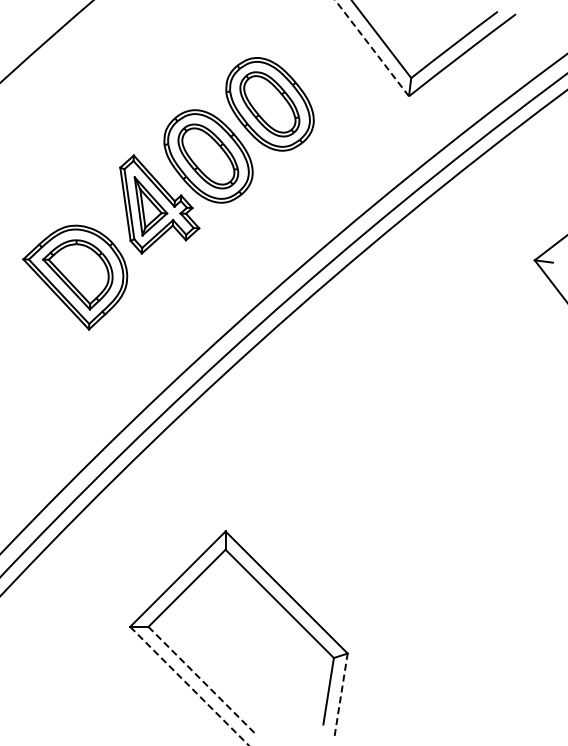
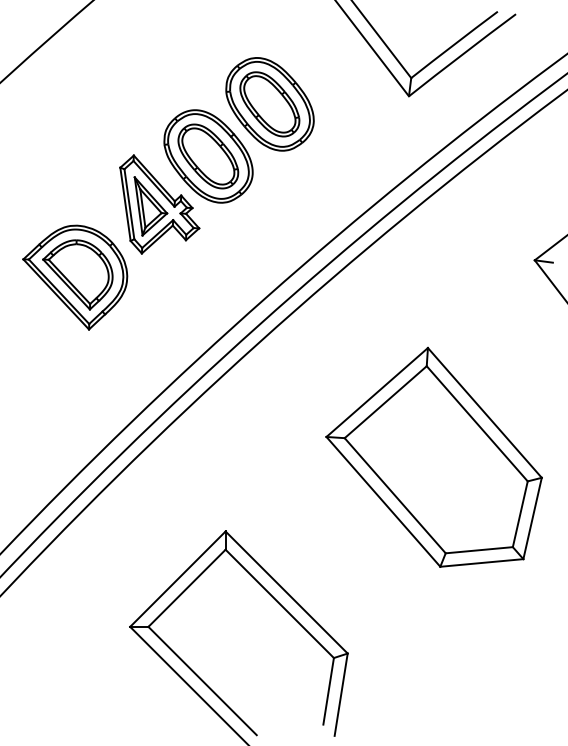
line at (372, 48): dashed -> solid
part at (433, 456): none -> present
line at (202, 681): dashed -> solid
line at (189, 686): dashed -> solid
line at (341, 694): dashed -> solid
